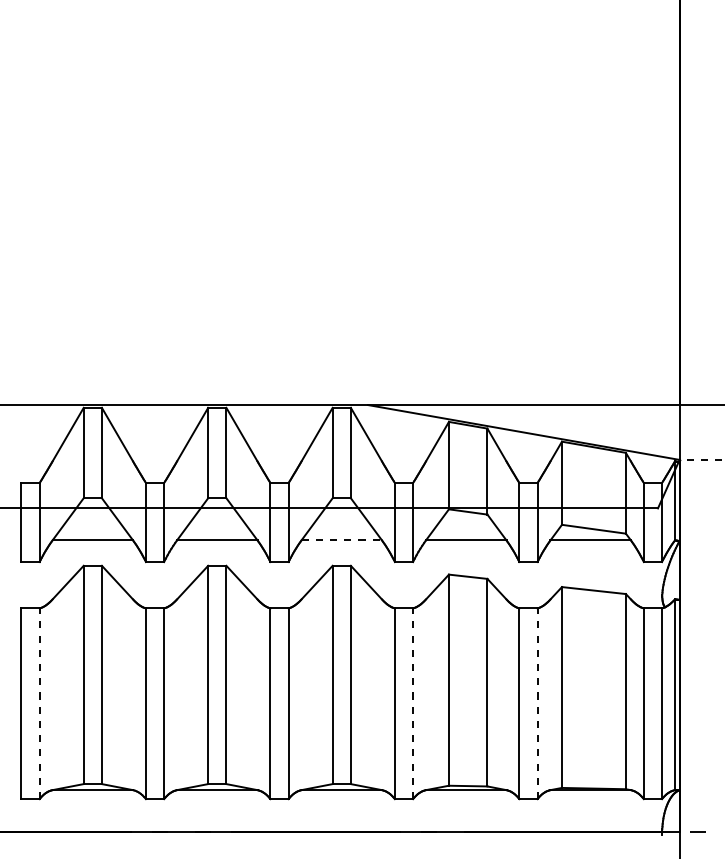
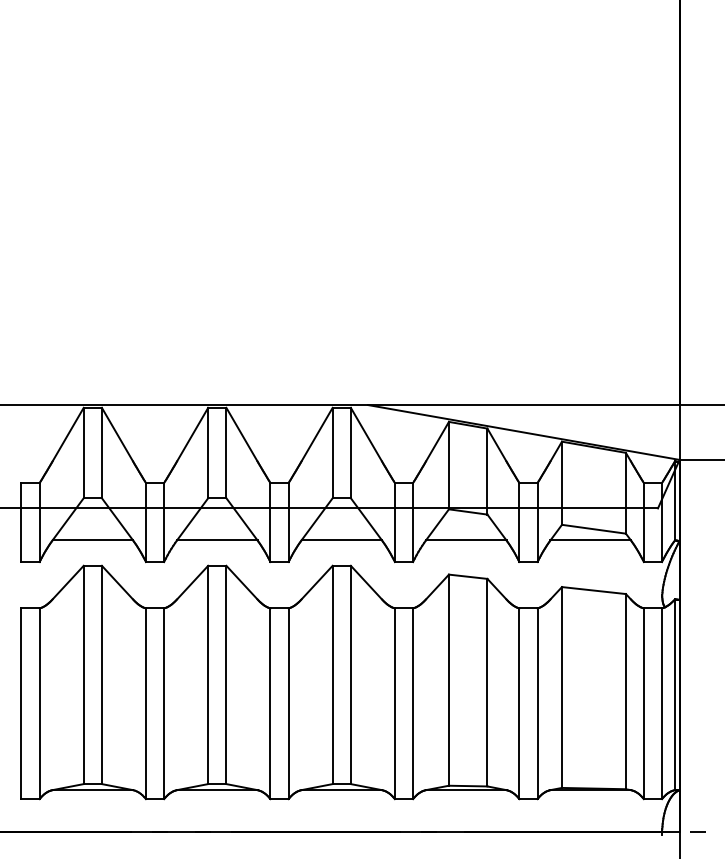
line at (701, 459): dashed -> solid
line at (342, 540): dashed -> solid
line at (39, 703): dashed -> solid
line at (413, 703): dashed -> solid
line at (537, 703): dashed -> solid
